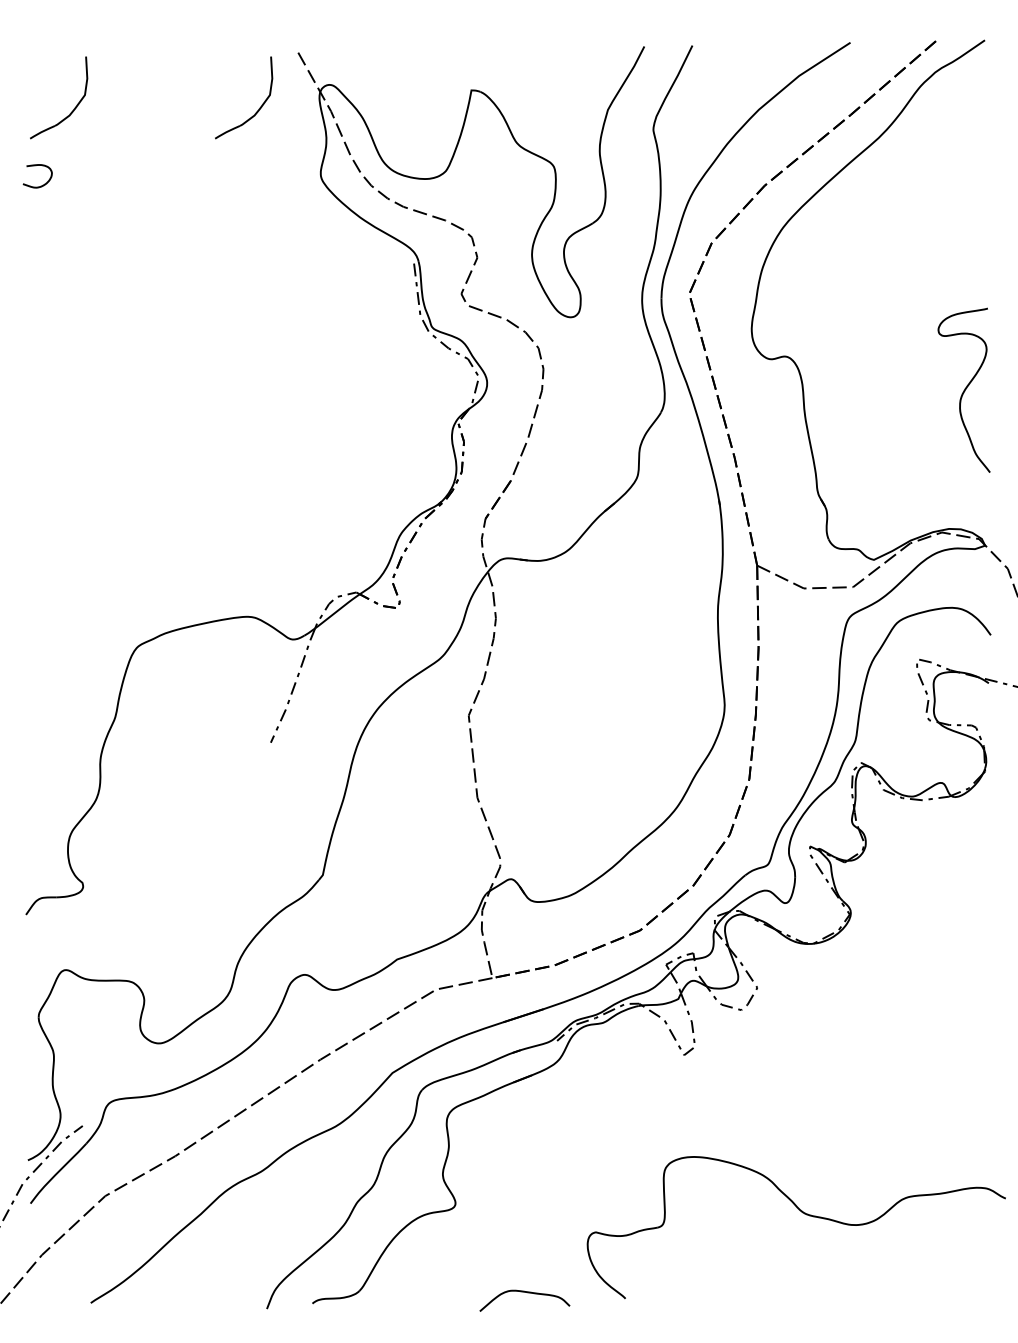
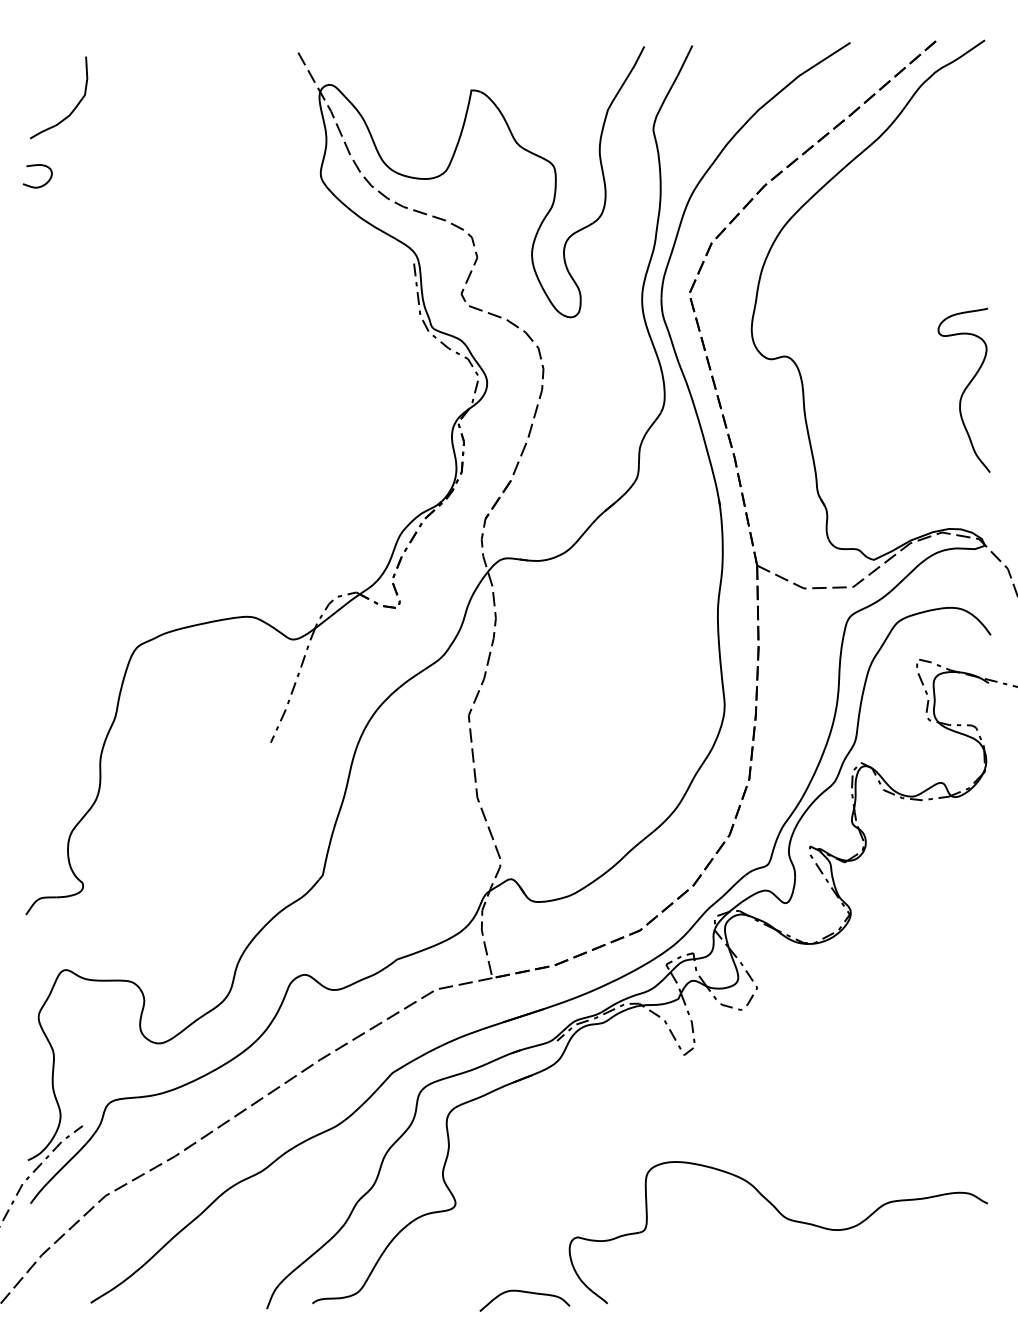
part at (259, 107): present -> none
part at (802, 1213) position: (802, 1213) -> (784, 1218)
